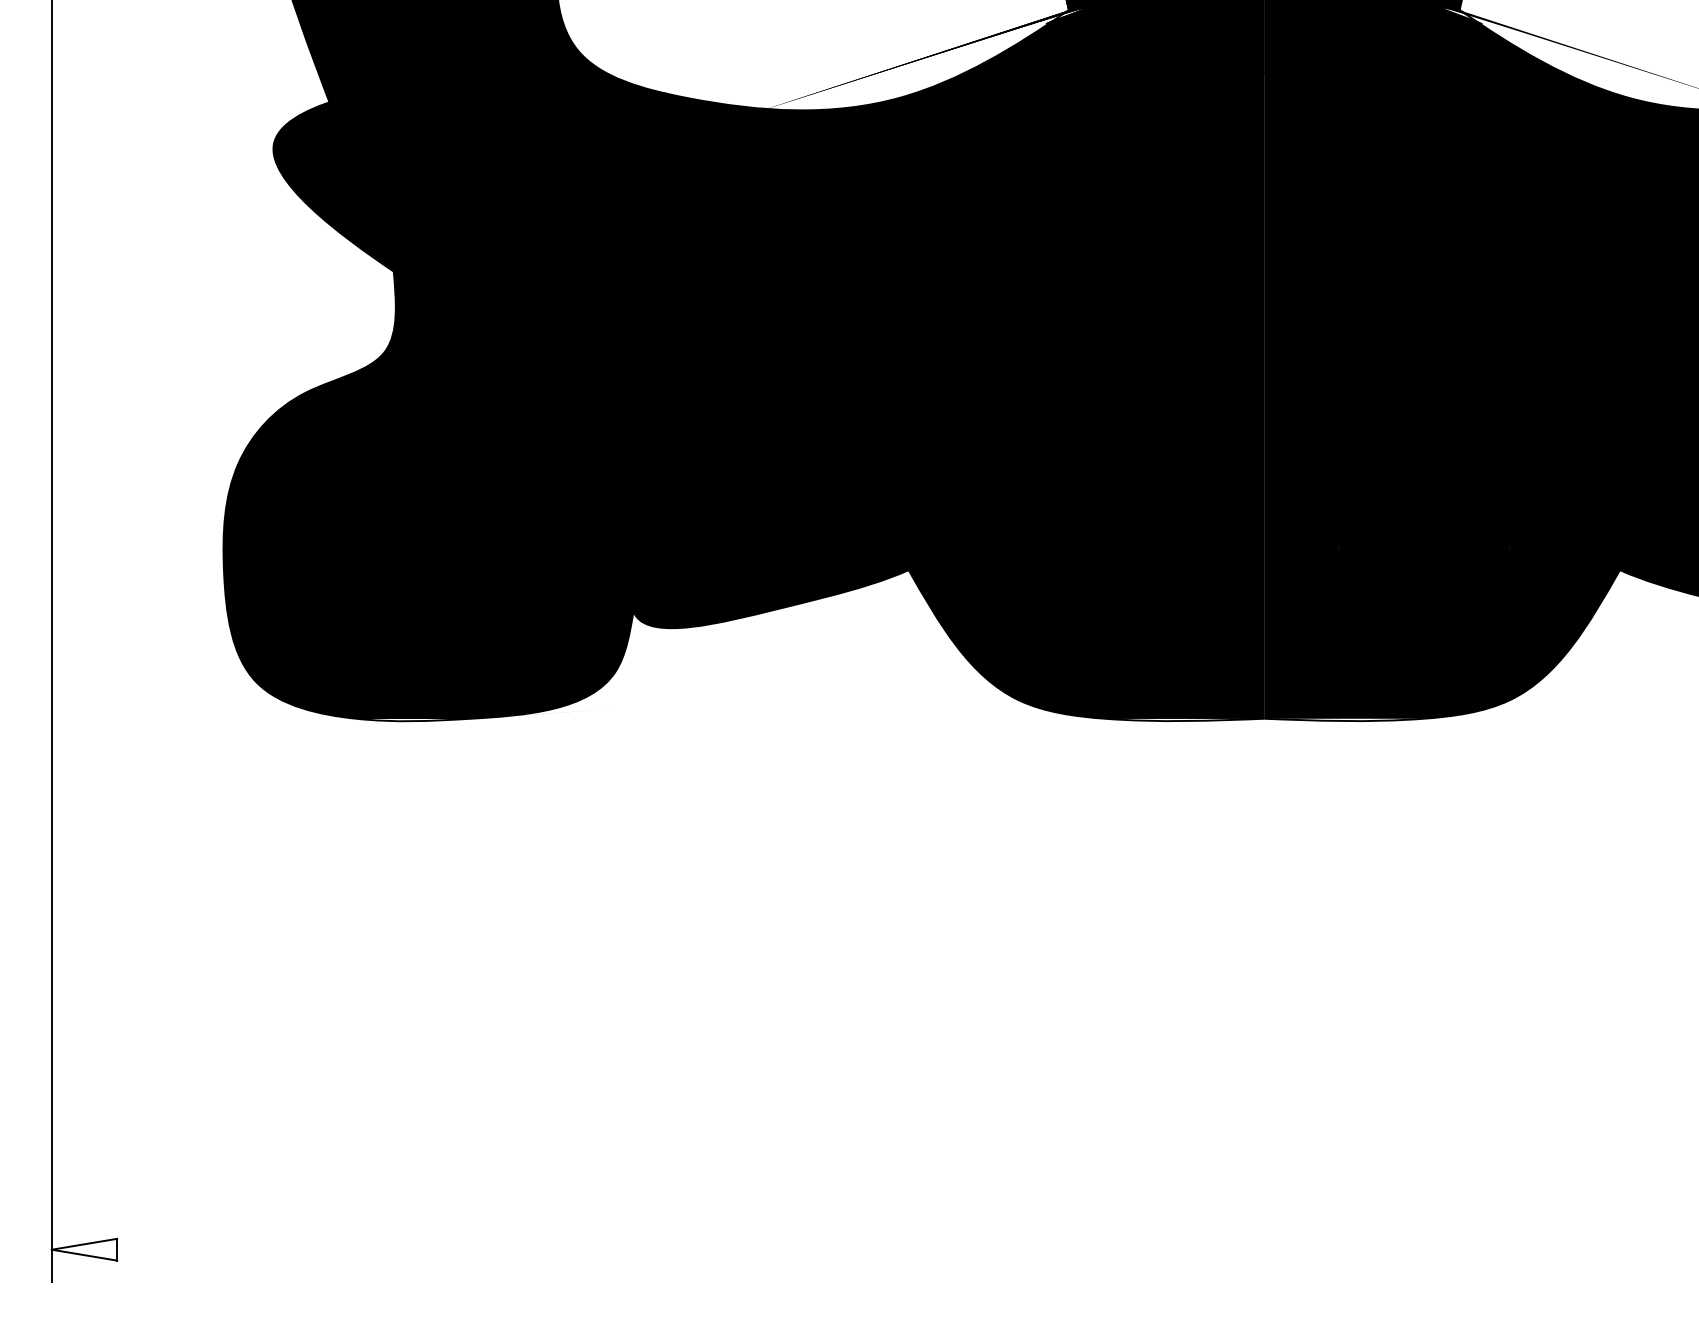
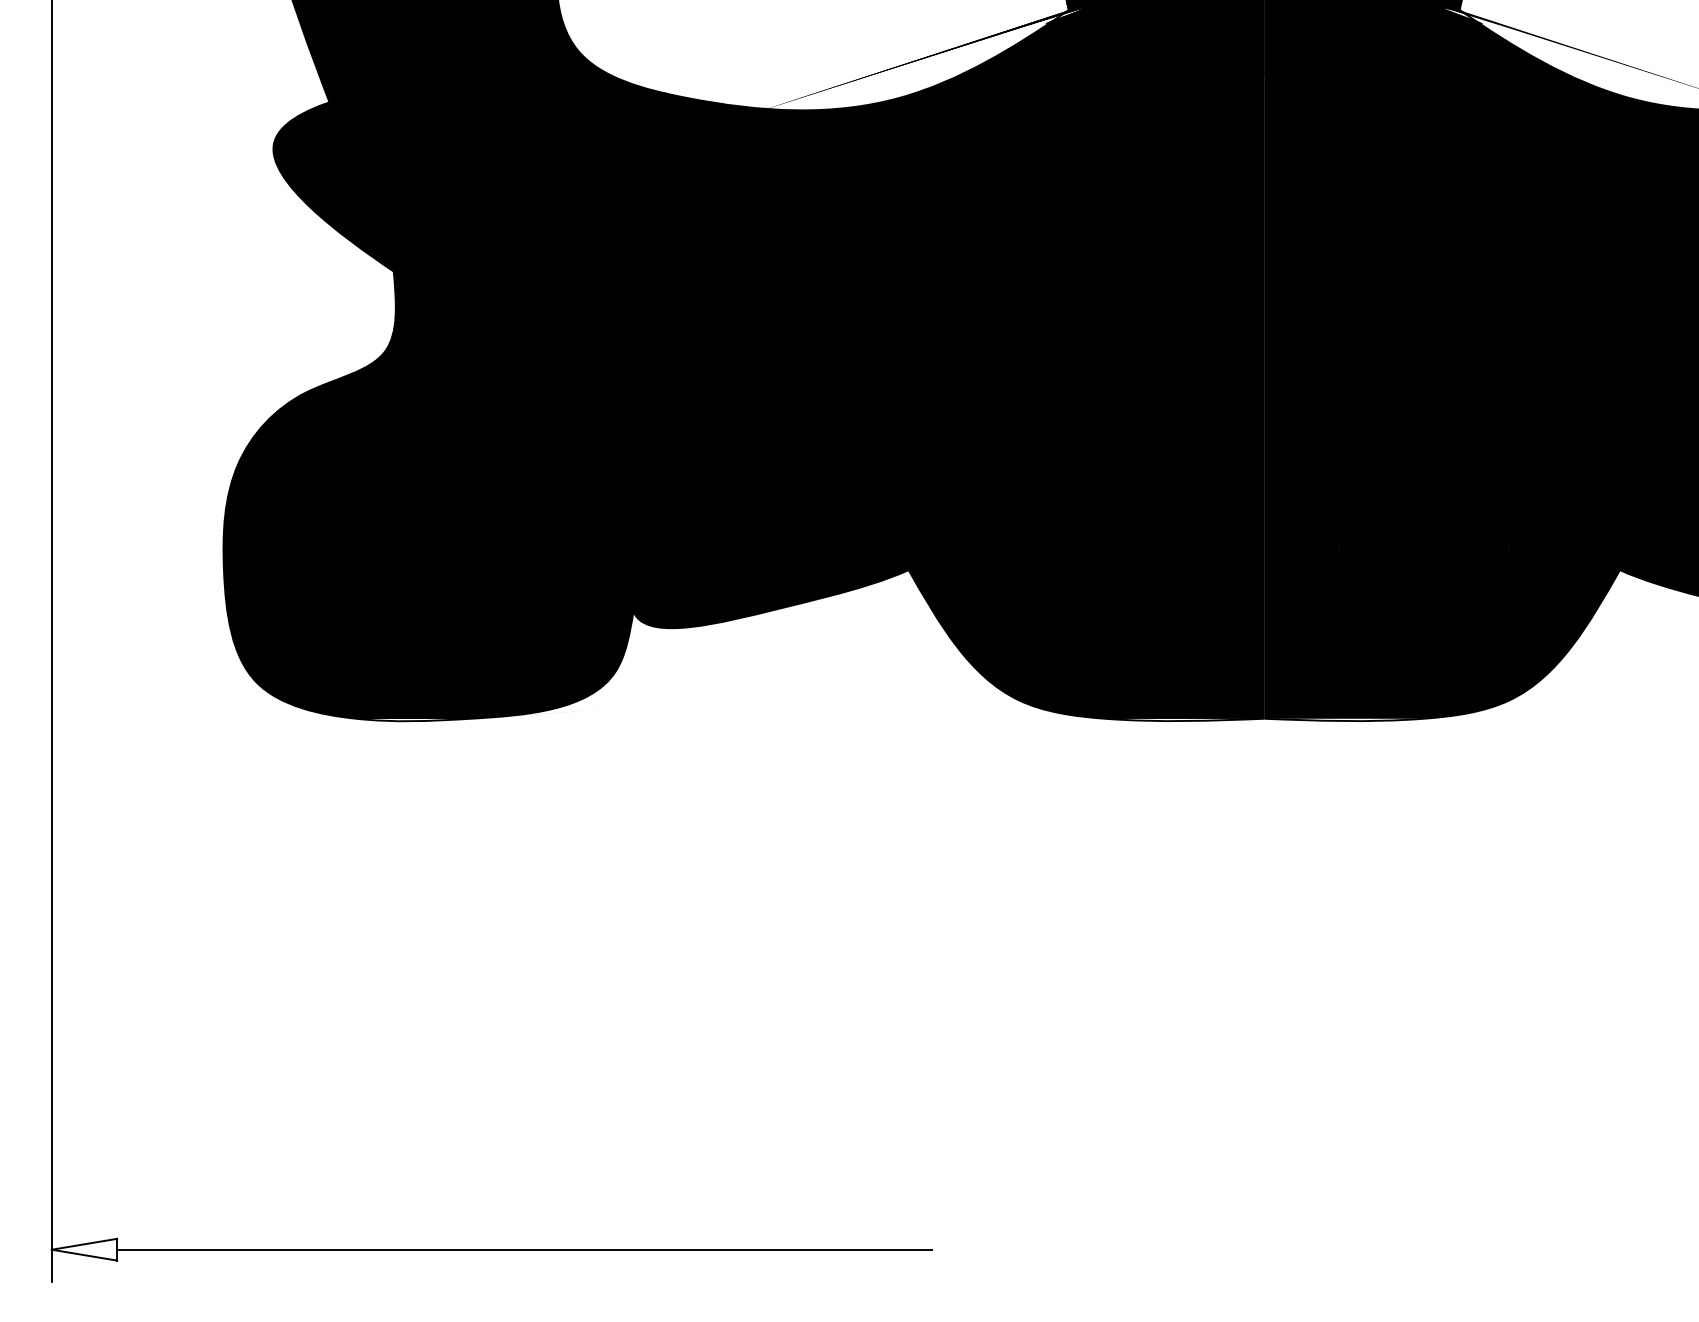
line at (524, 1249): none -> present
